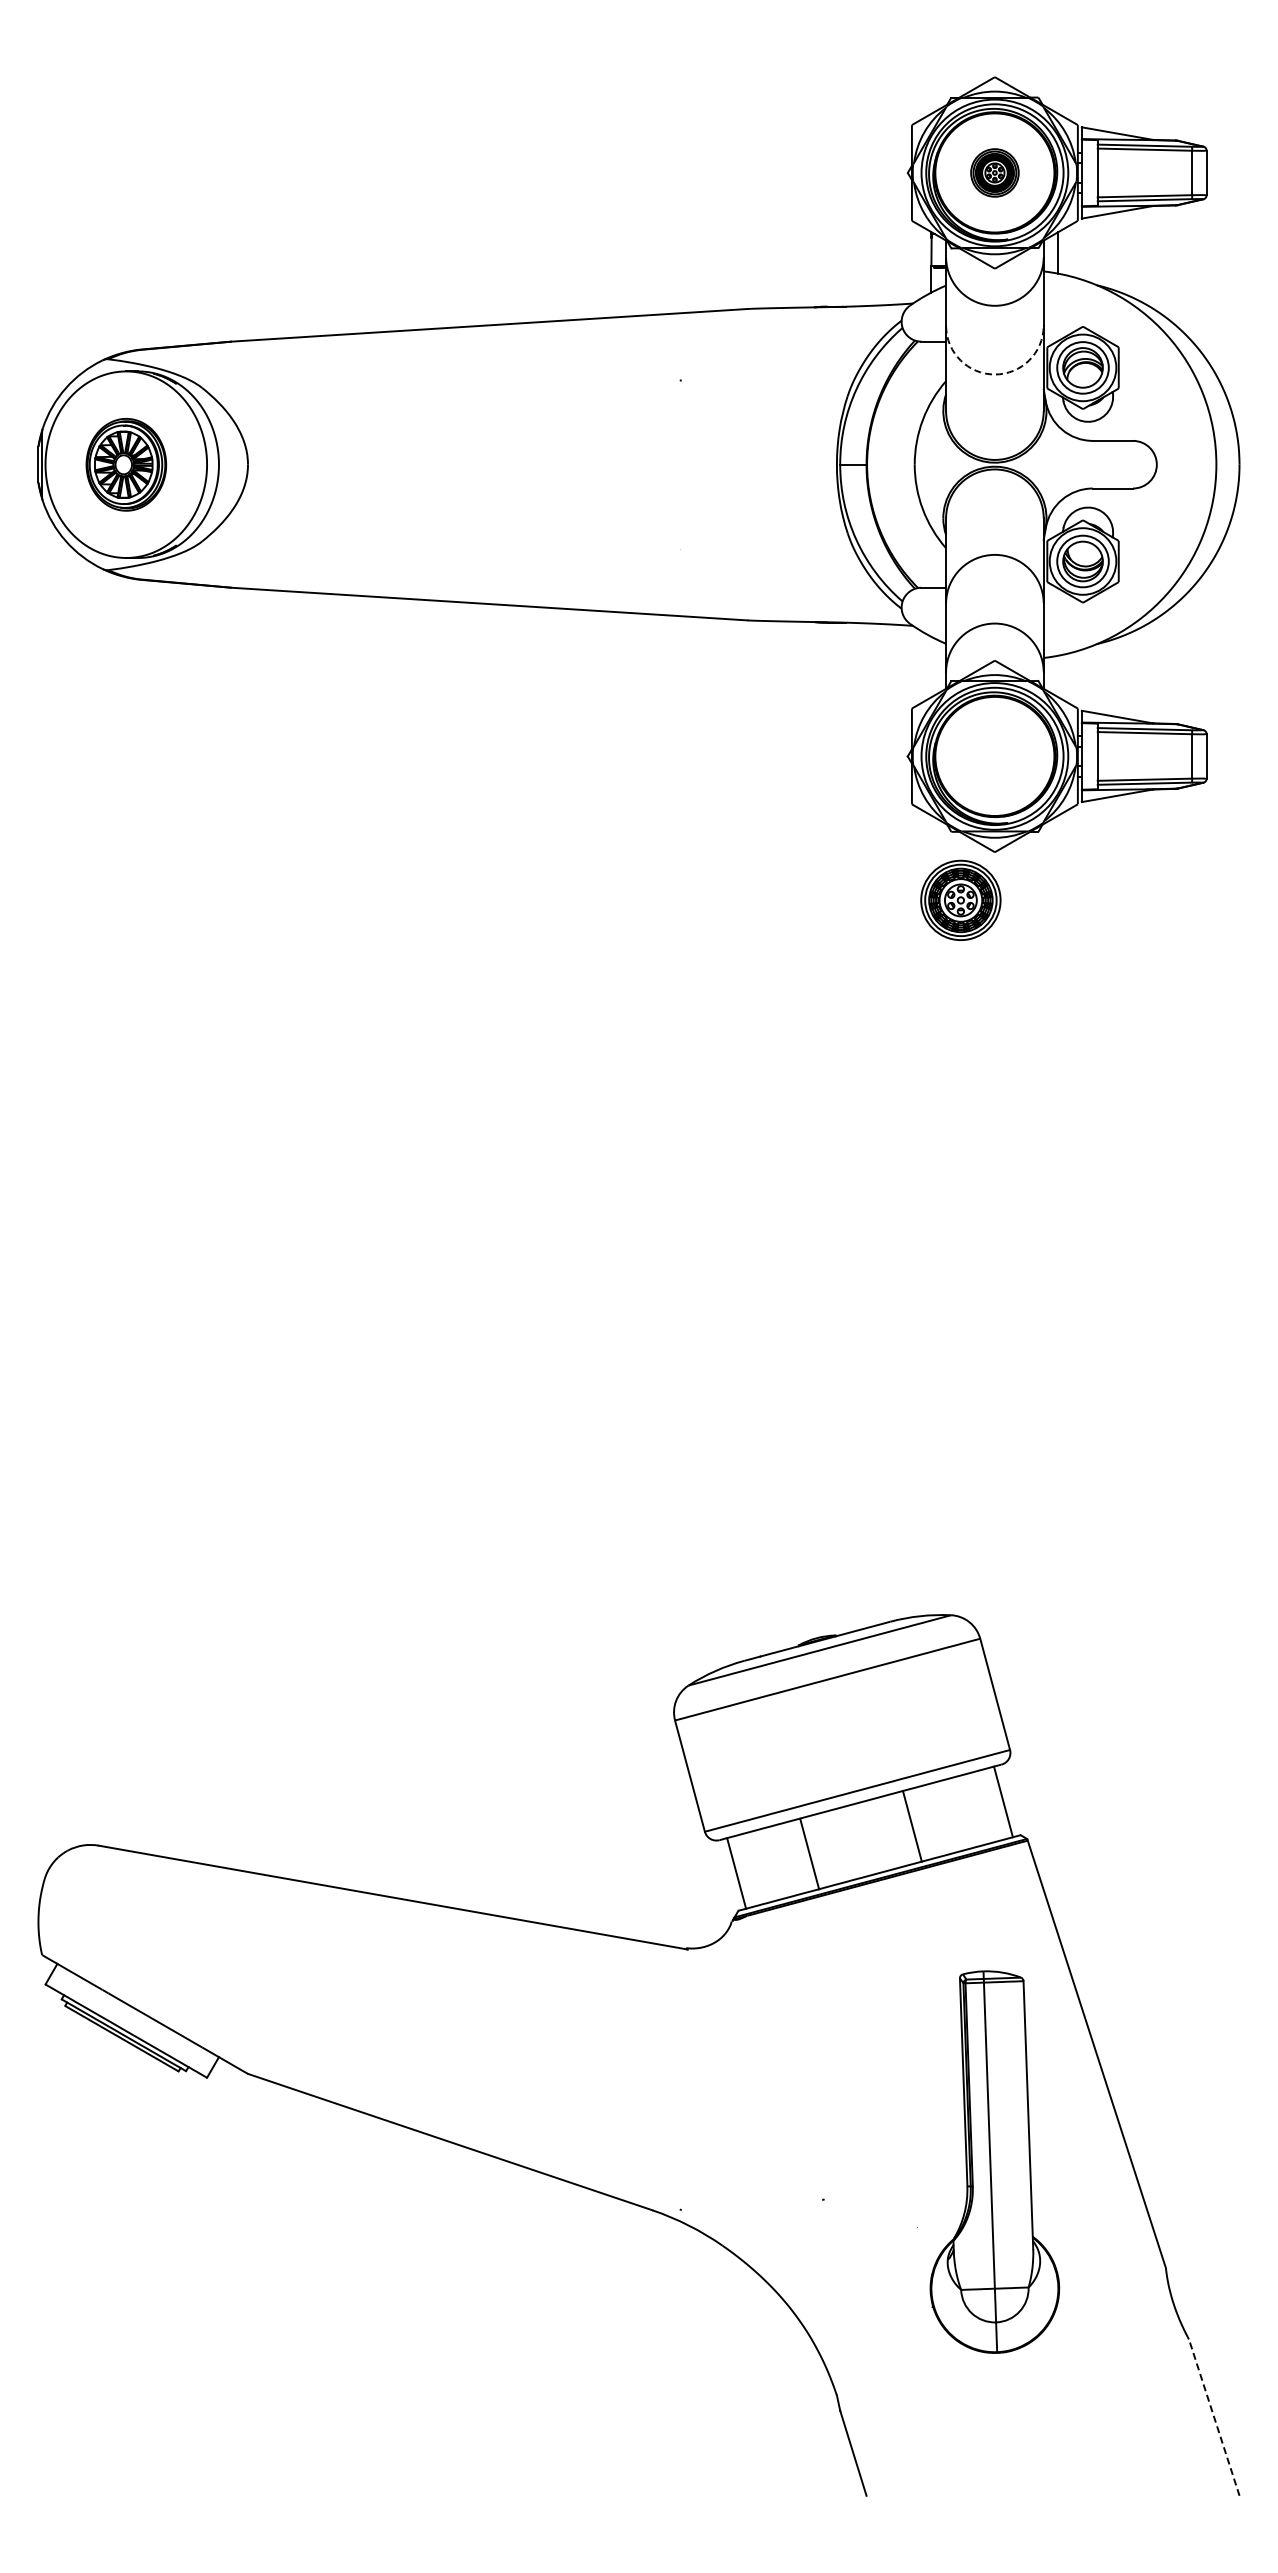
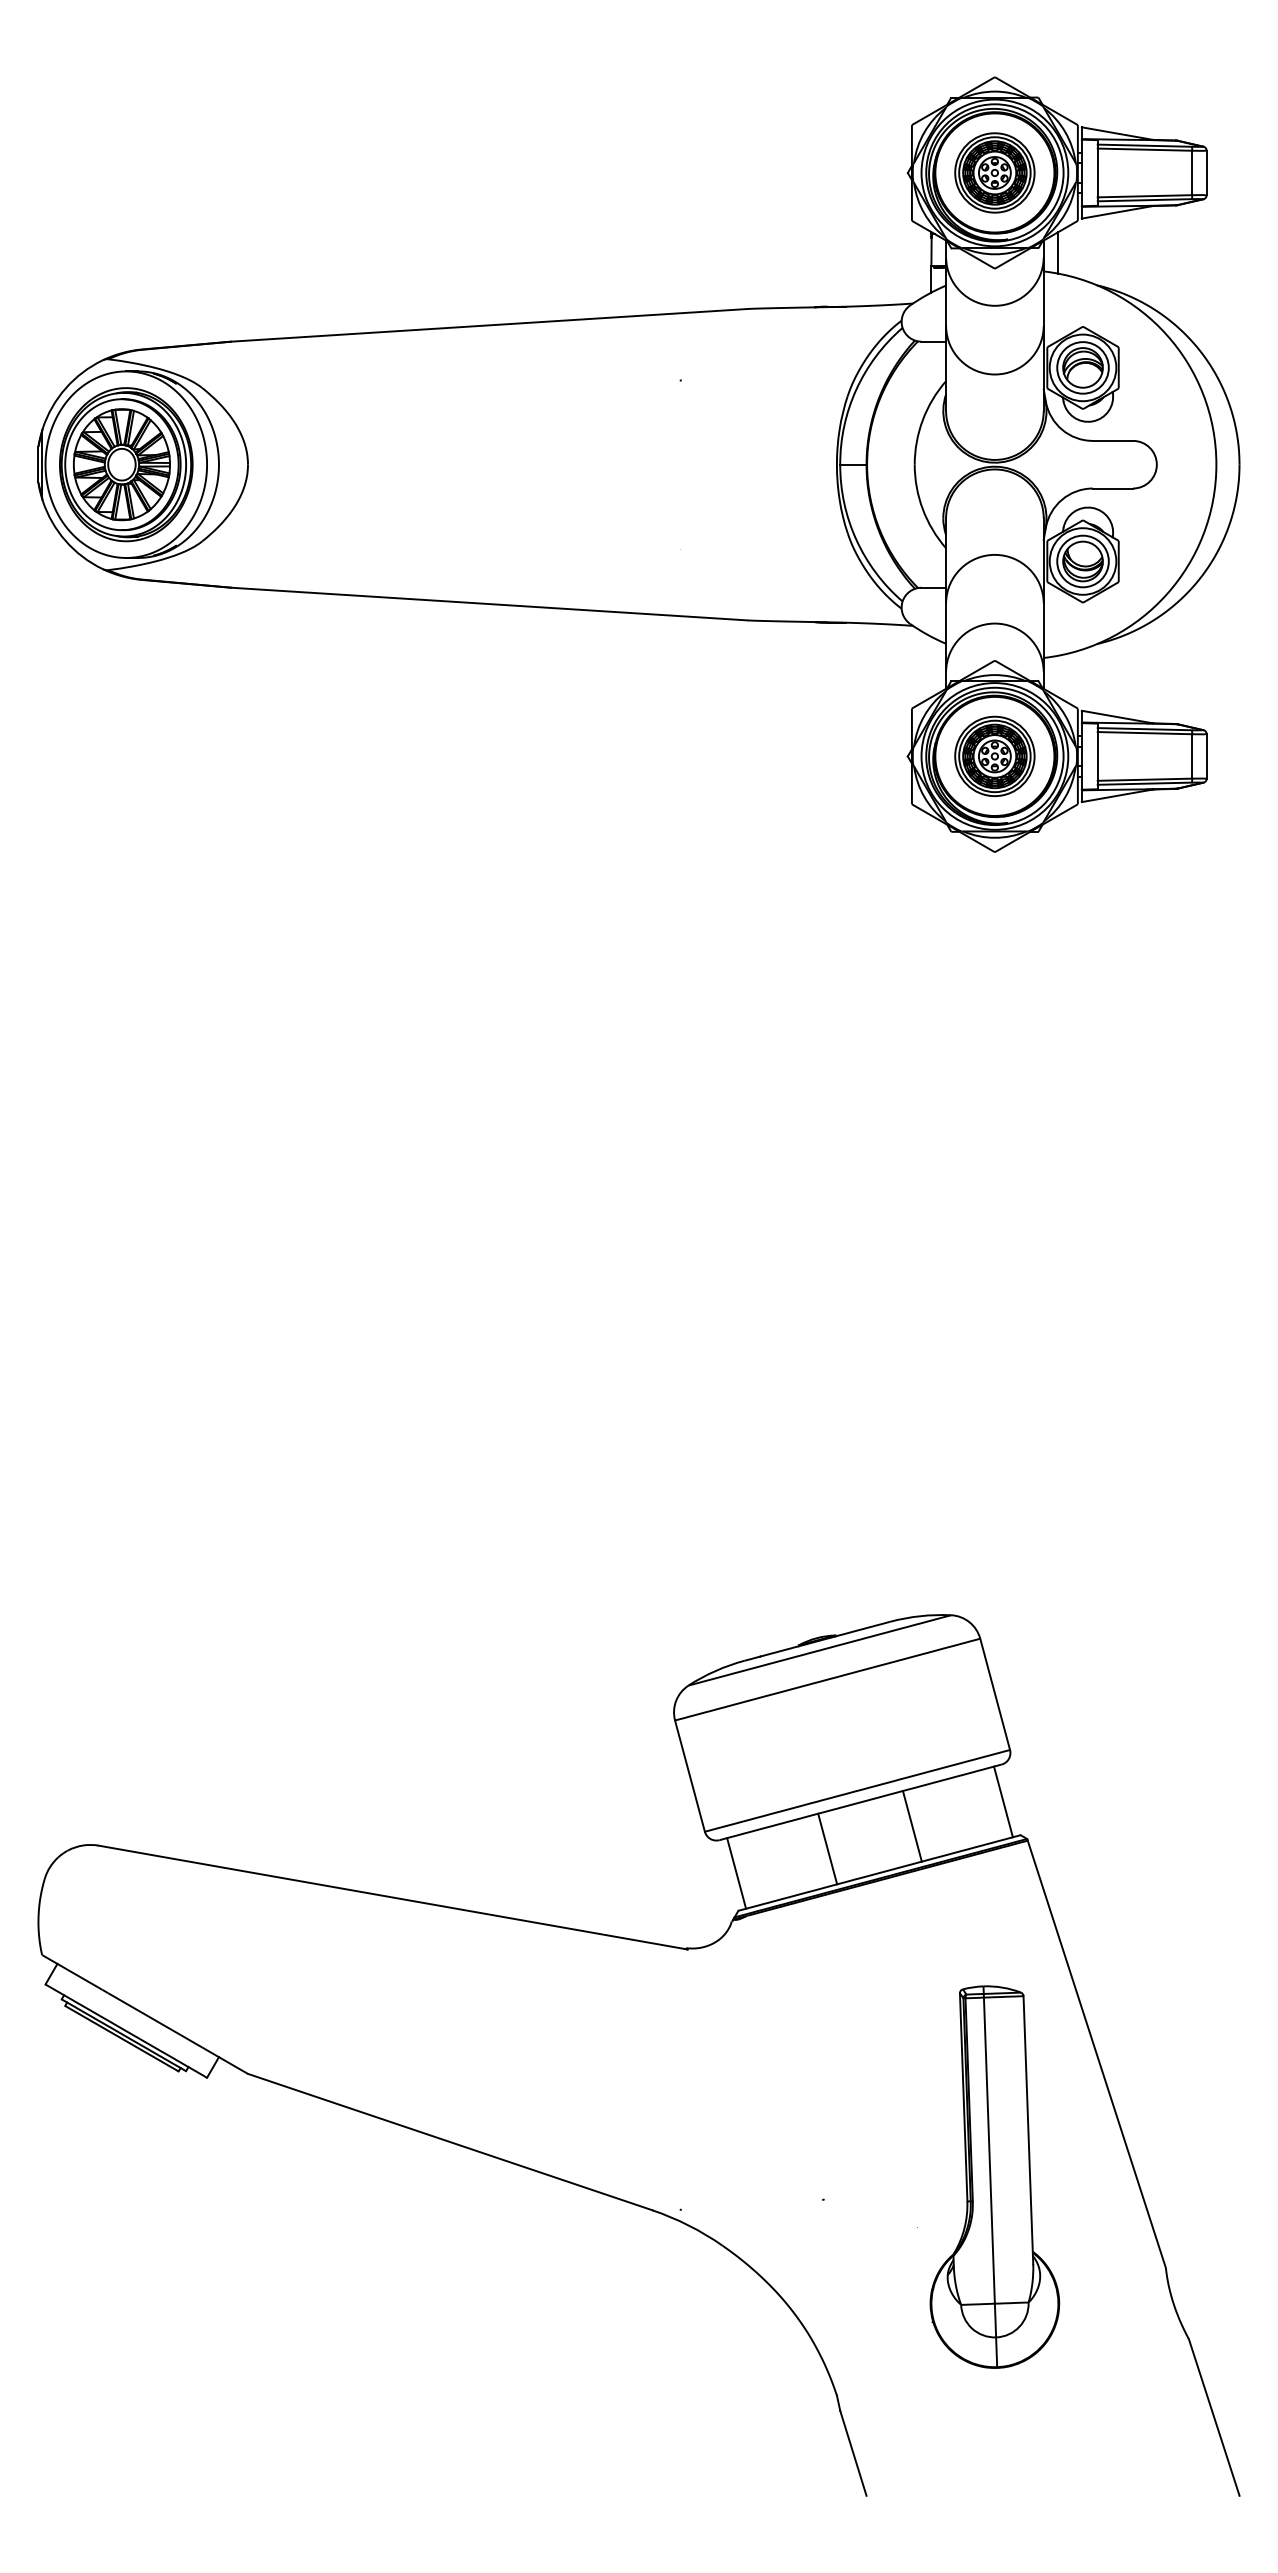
part at (994, 172) size: 50x50 px -> 82x82 px
arc at (994, 374): dashed -> solid
part at (126, 464) size: 83x94 px -> 135x156 px
part at (960, 899) position: (960, 899) -> (994, 755)
line at (809, 1853) position: (809, 1853) -> (827, 1848)
part at (994, 2161) position: (994, 2161) -> (994, 2176)
line at (1214, 2417): dashed -> solid
